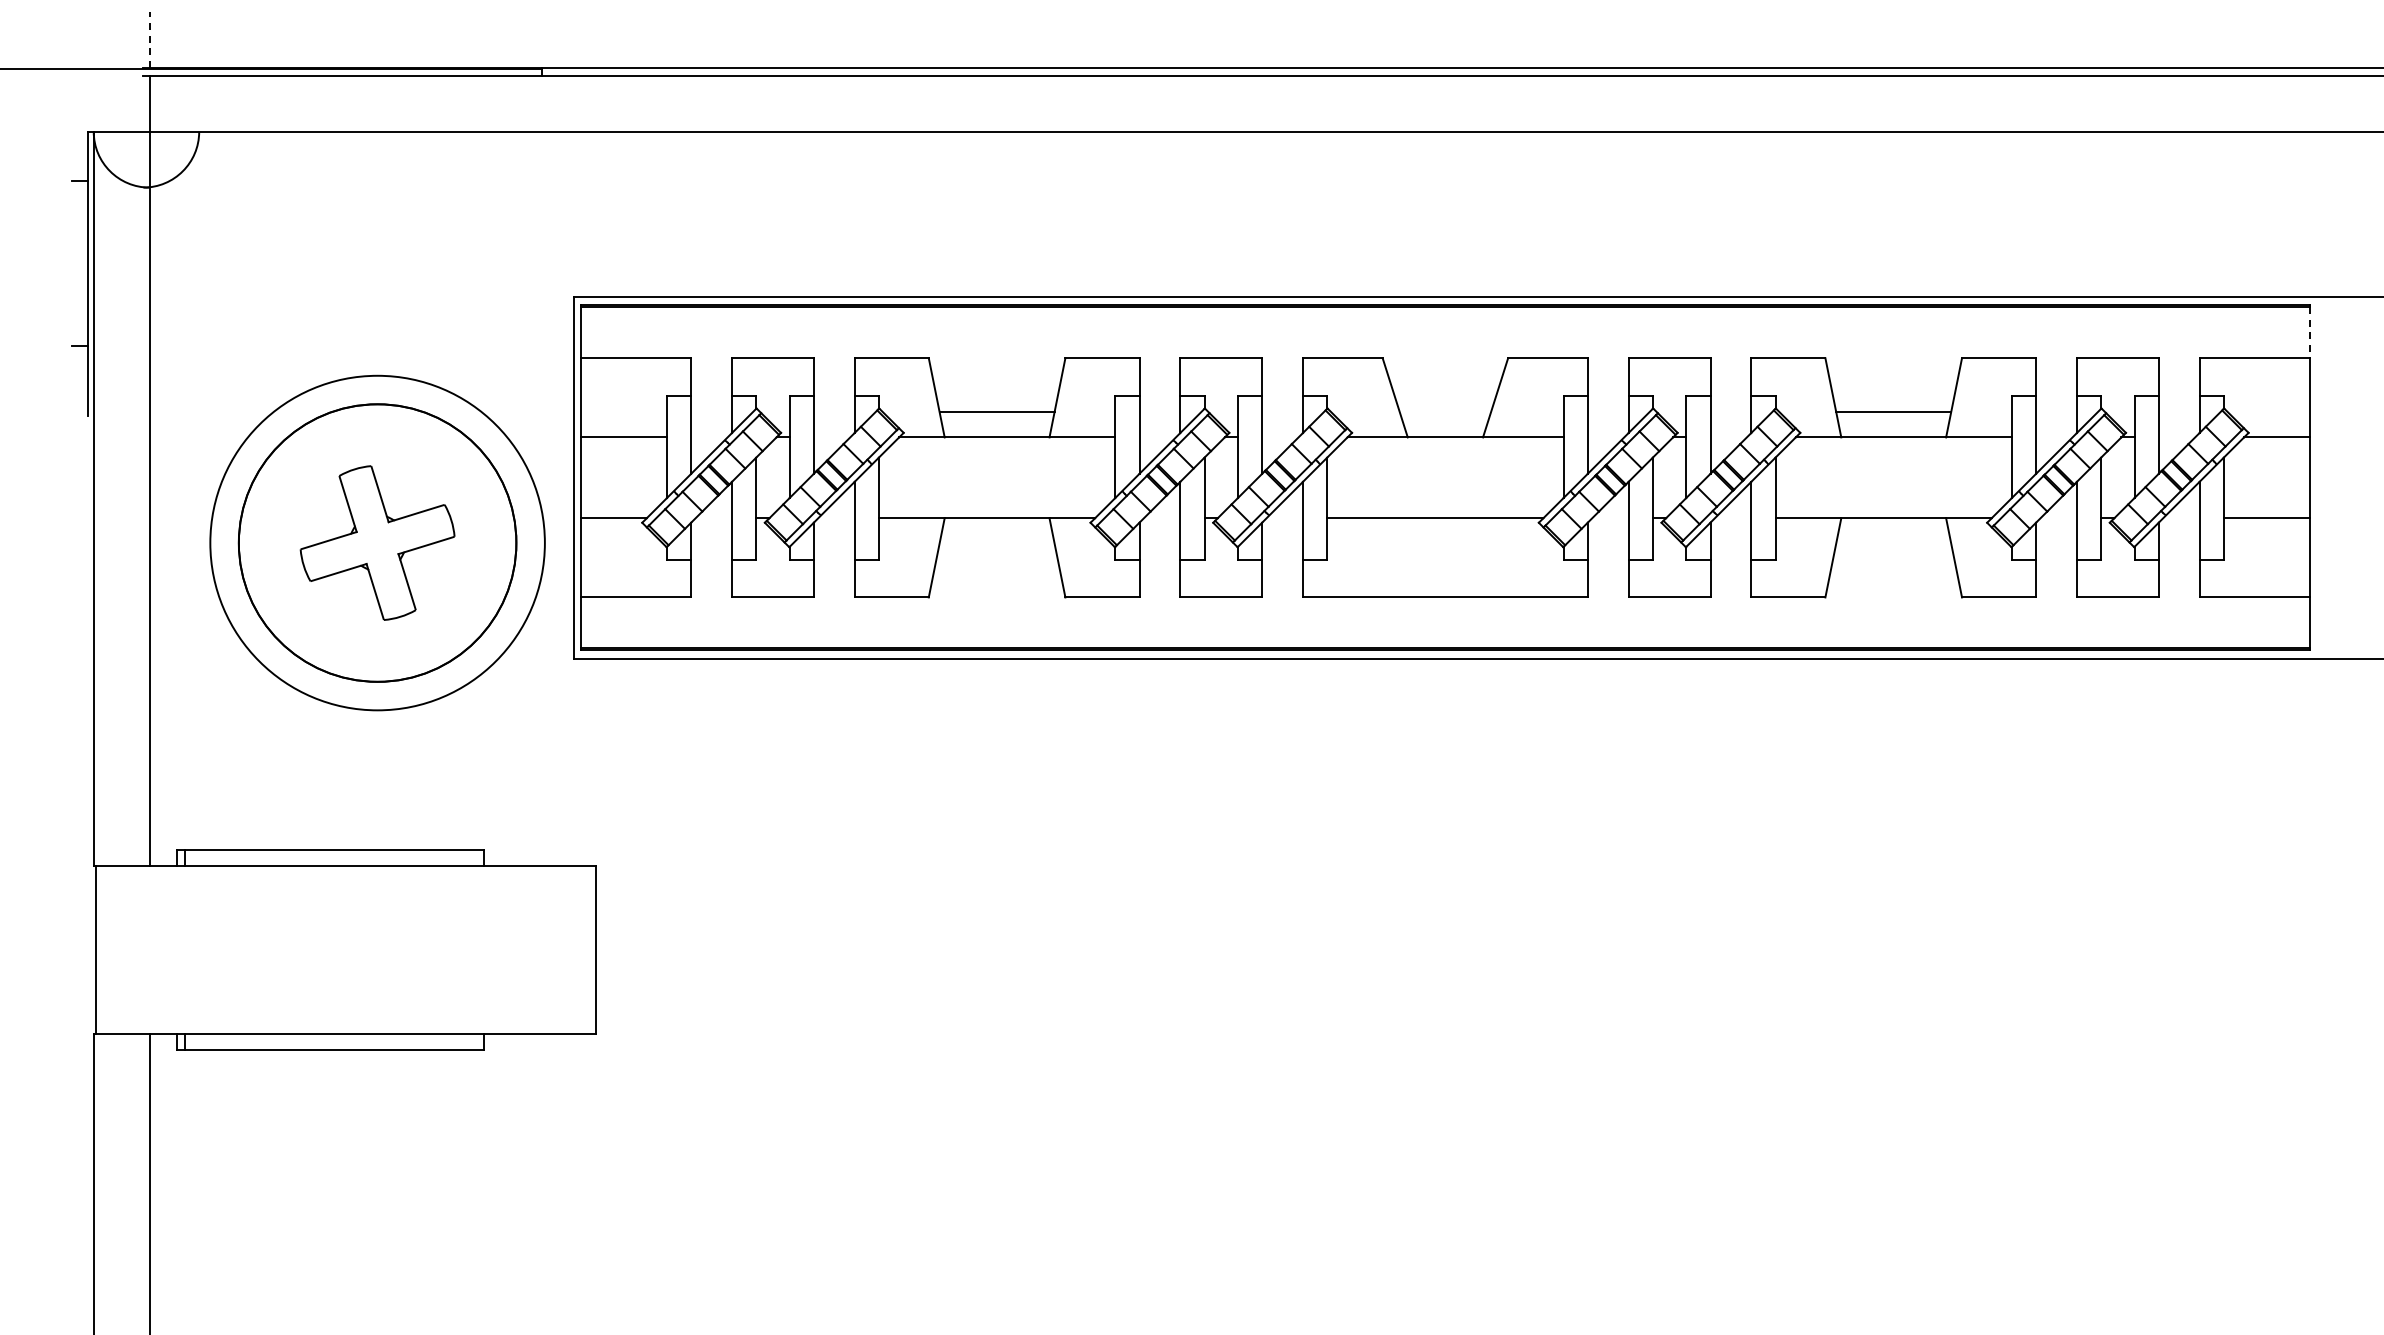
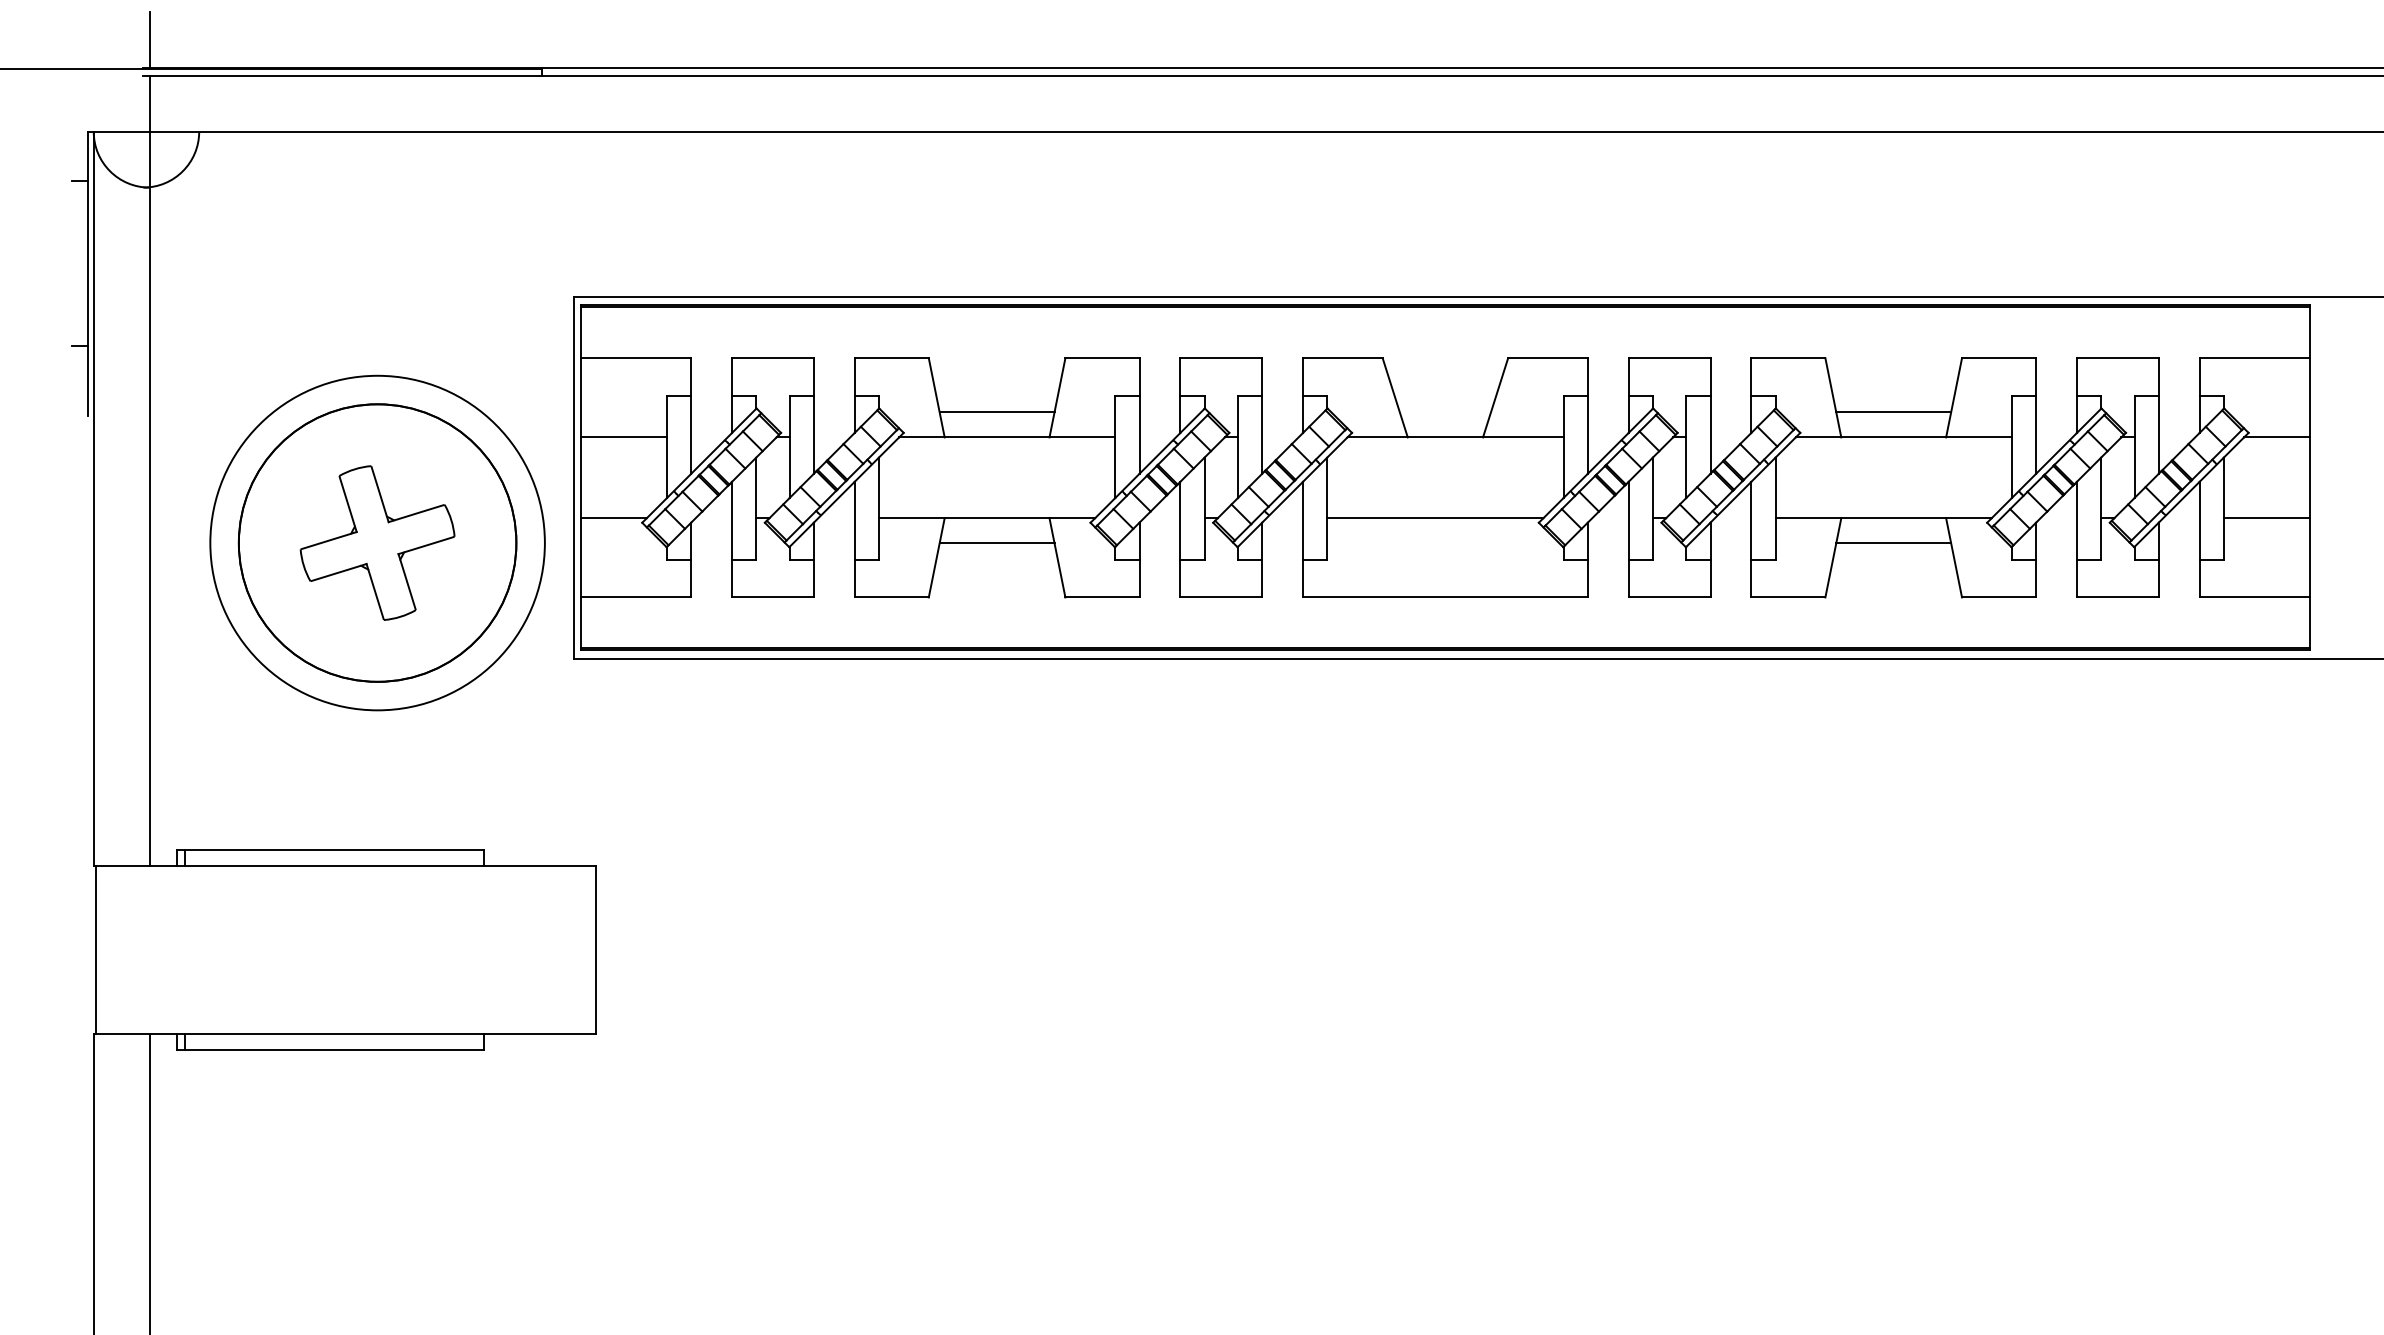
line at (149, 39): dashed -> solid
line at (2309, 332): dashed -> solid
line at (996, 543): none -> present
line at (1893, 543): none -> present
